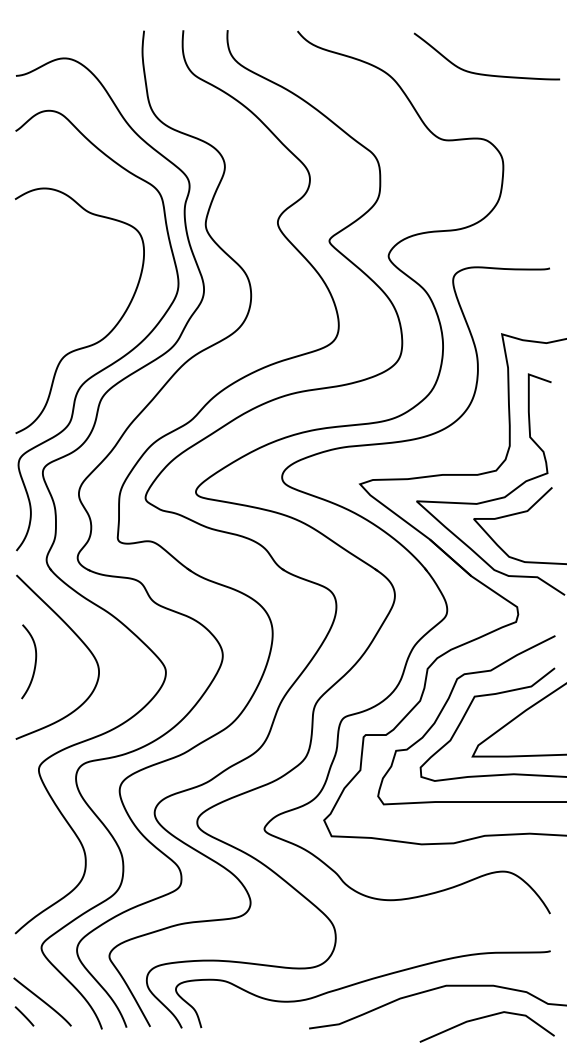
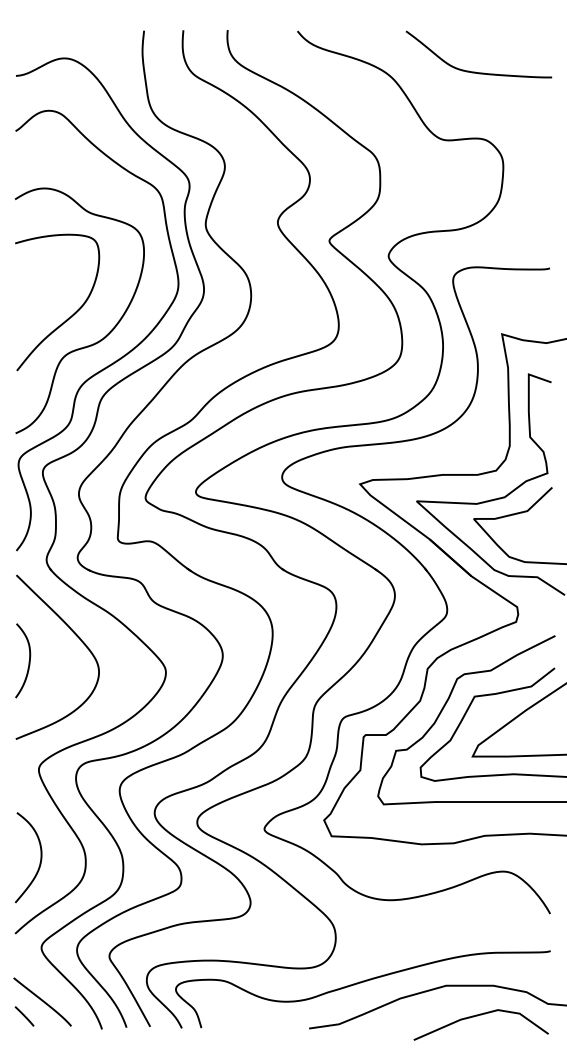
curve at (483, 73) position: (483, 73) -> (475, 71)
curve at (68, 317): none -> present
curve at (34, 662) position: (34, 662) -> (28, 661)
curve at (40, 857): none -> present
line at (483, 1018) position: (483, 1018) -> (477, 1016)
